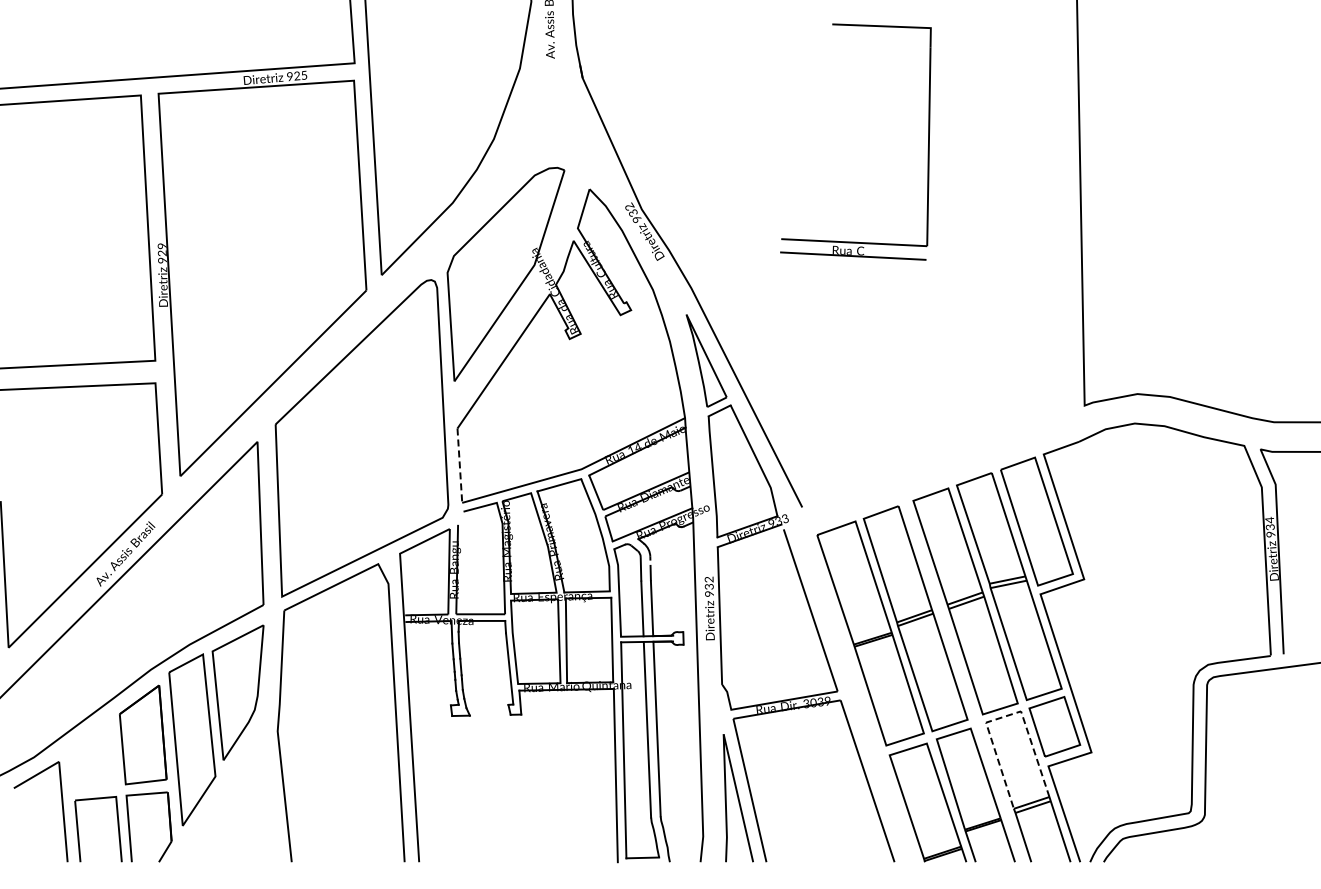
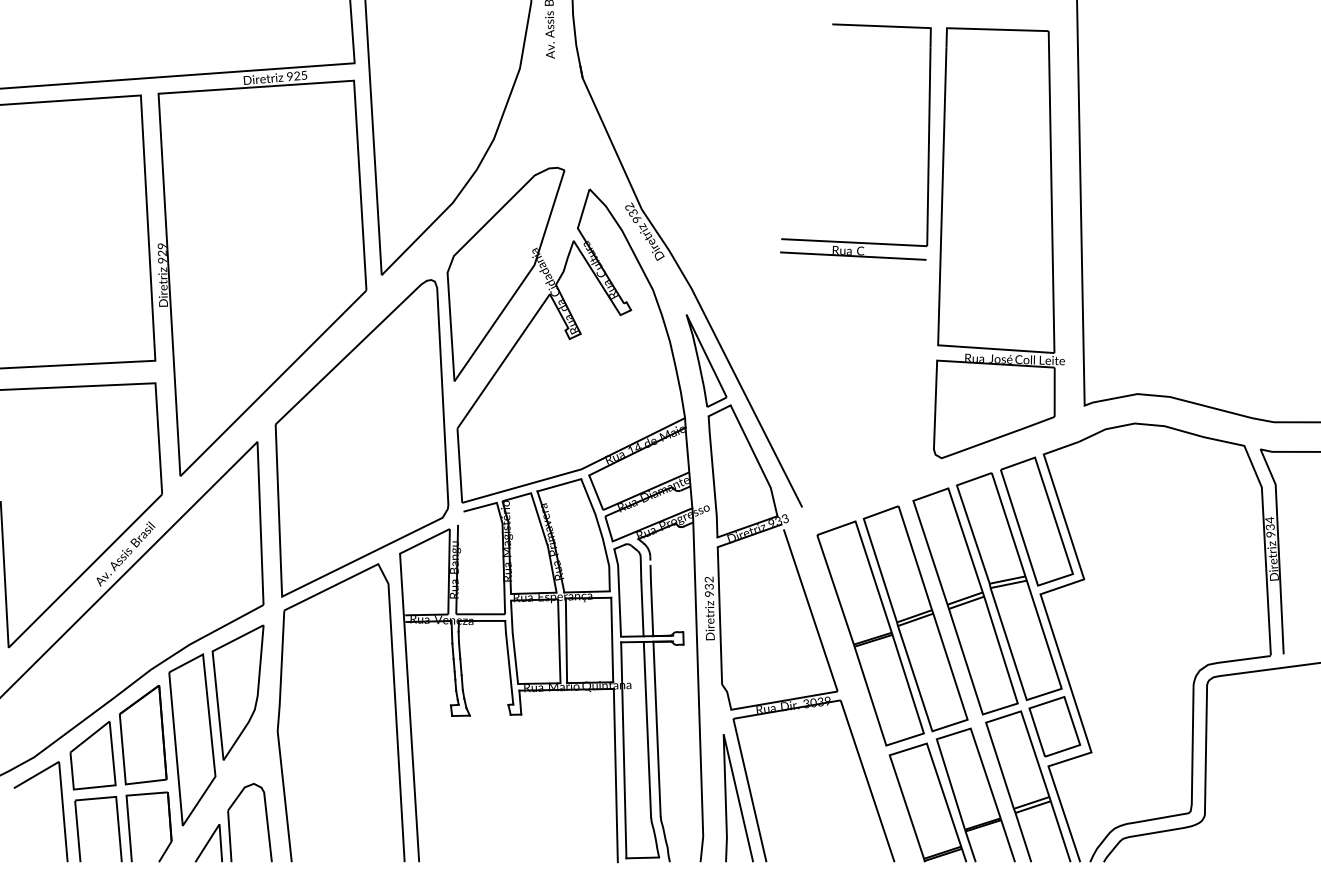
part at (998, 243): none -> present
line at (459, 466): dashed -> solid
line at (1003, 717): dashed -> solid
part at (92, 755): none -> present
part at (233, 822): none -> present
